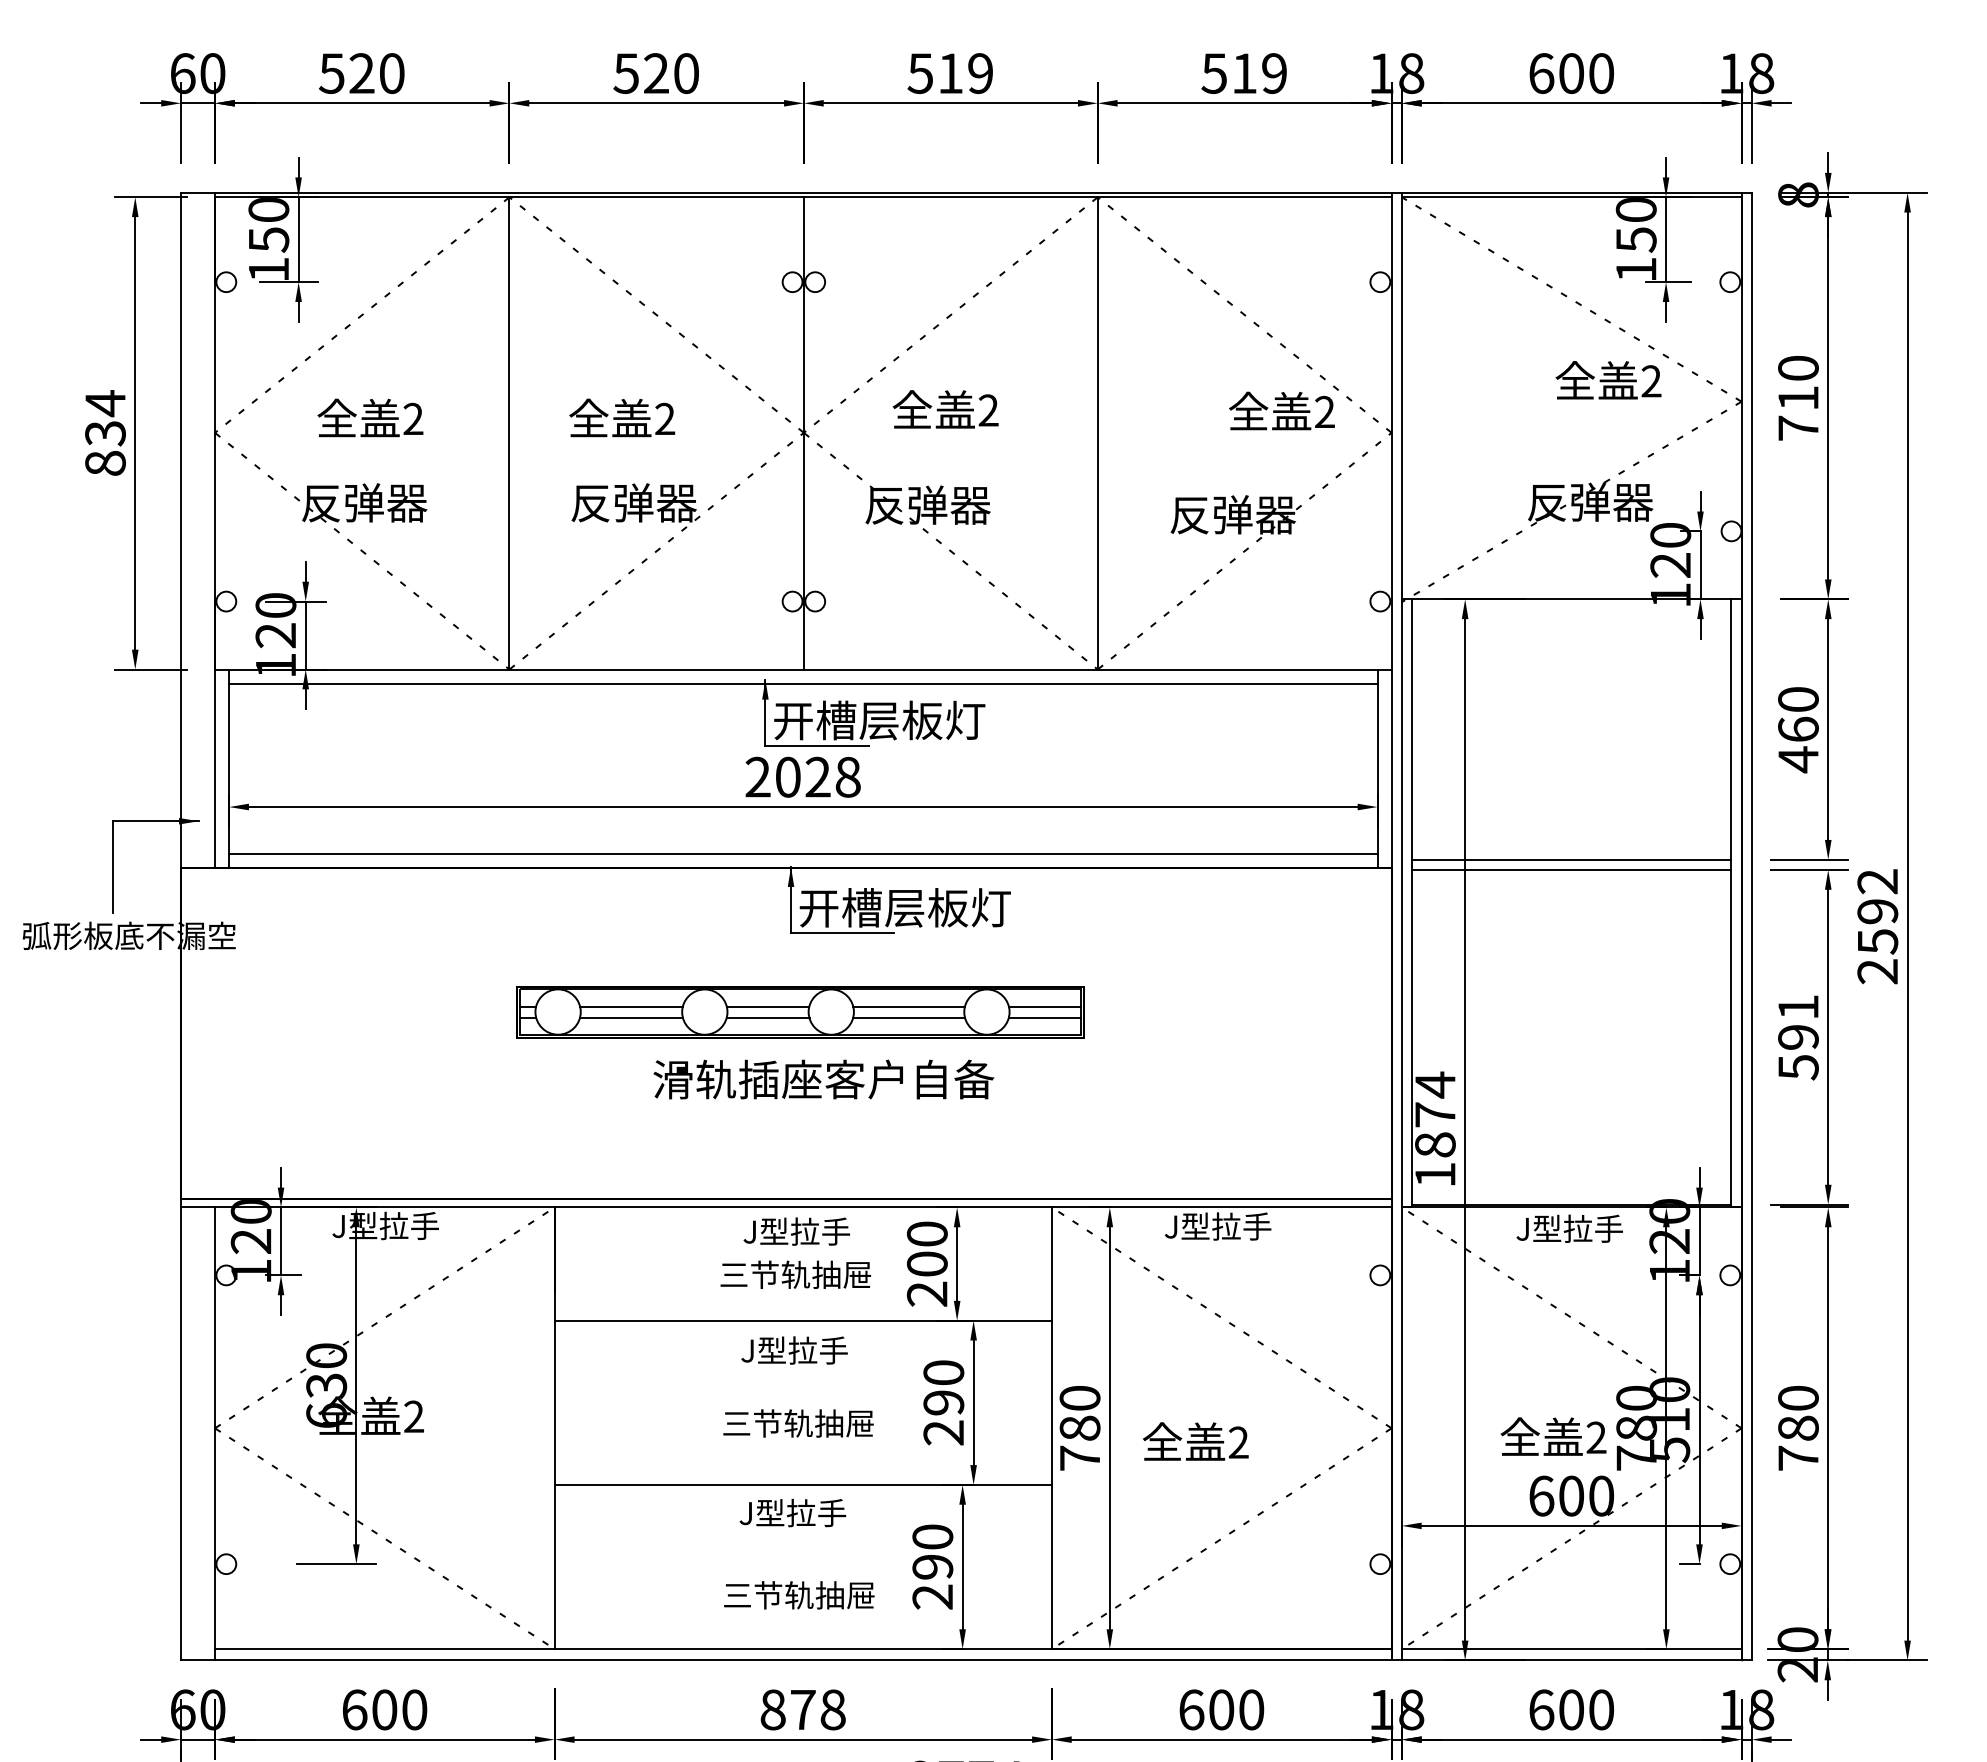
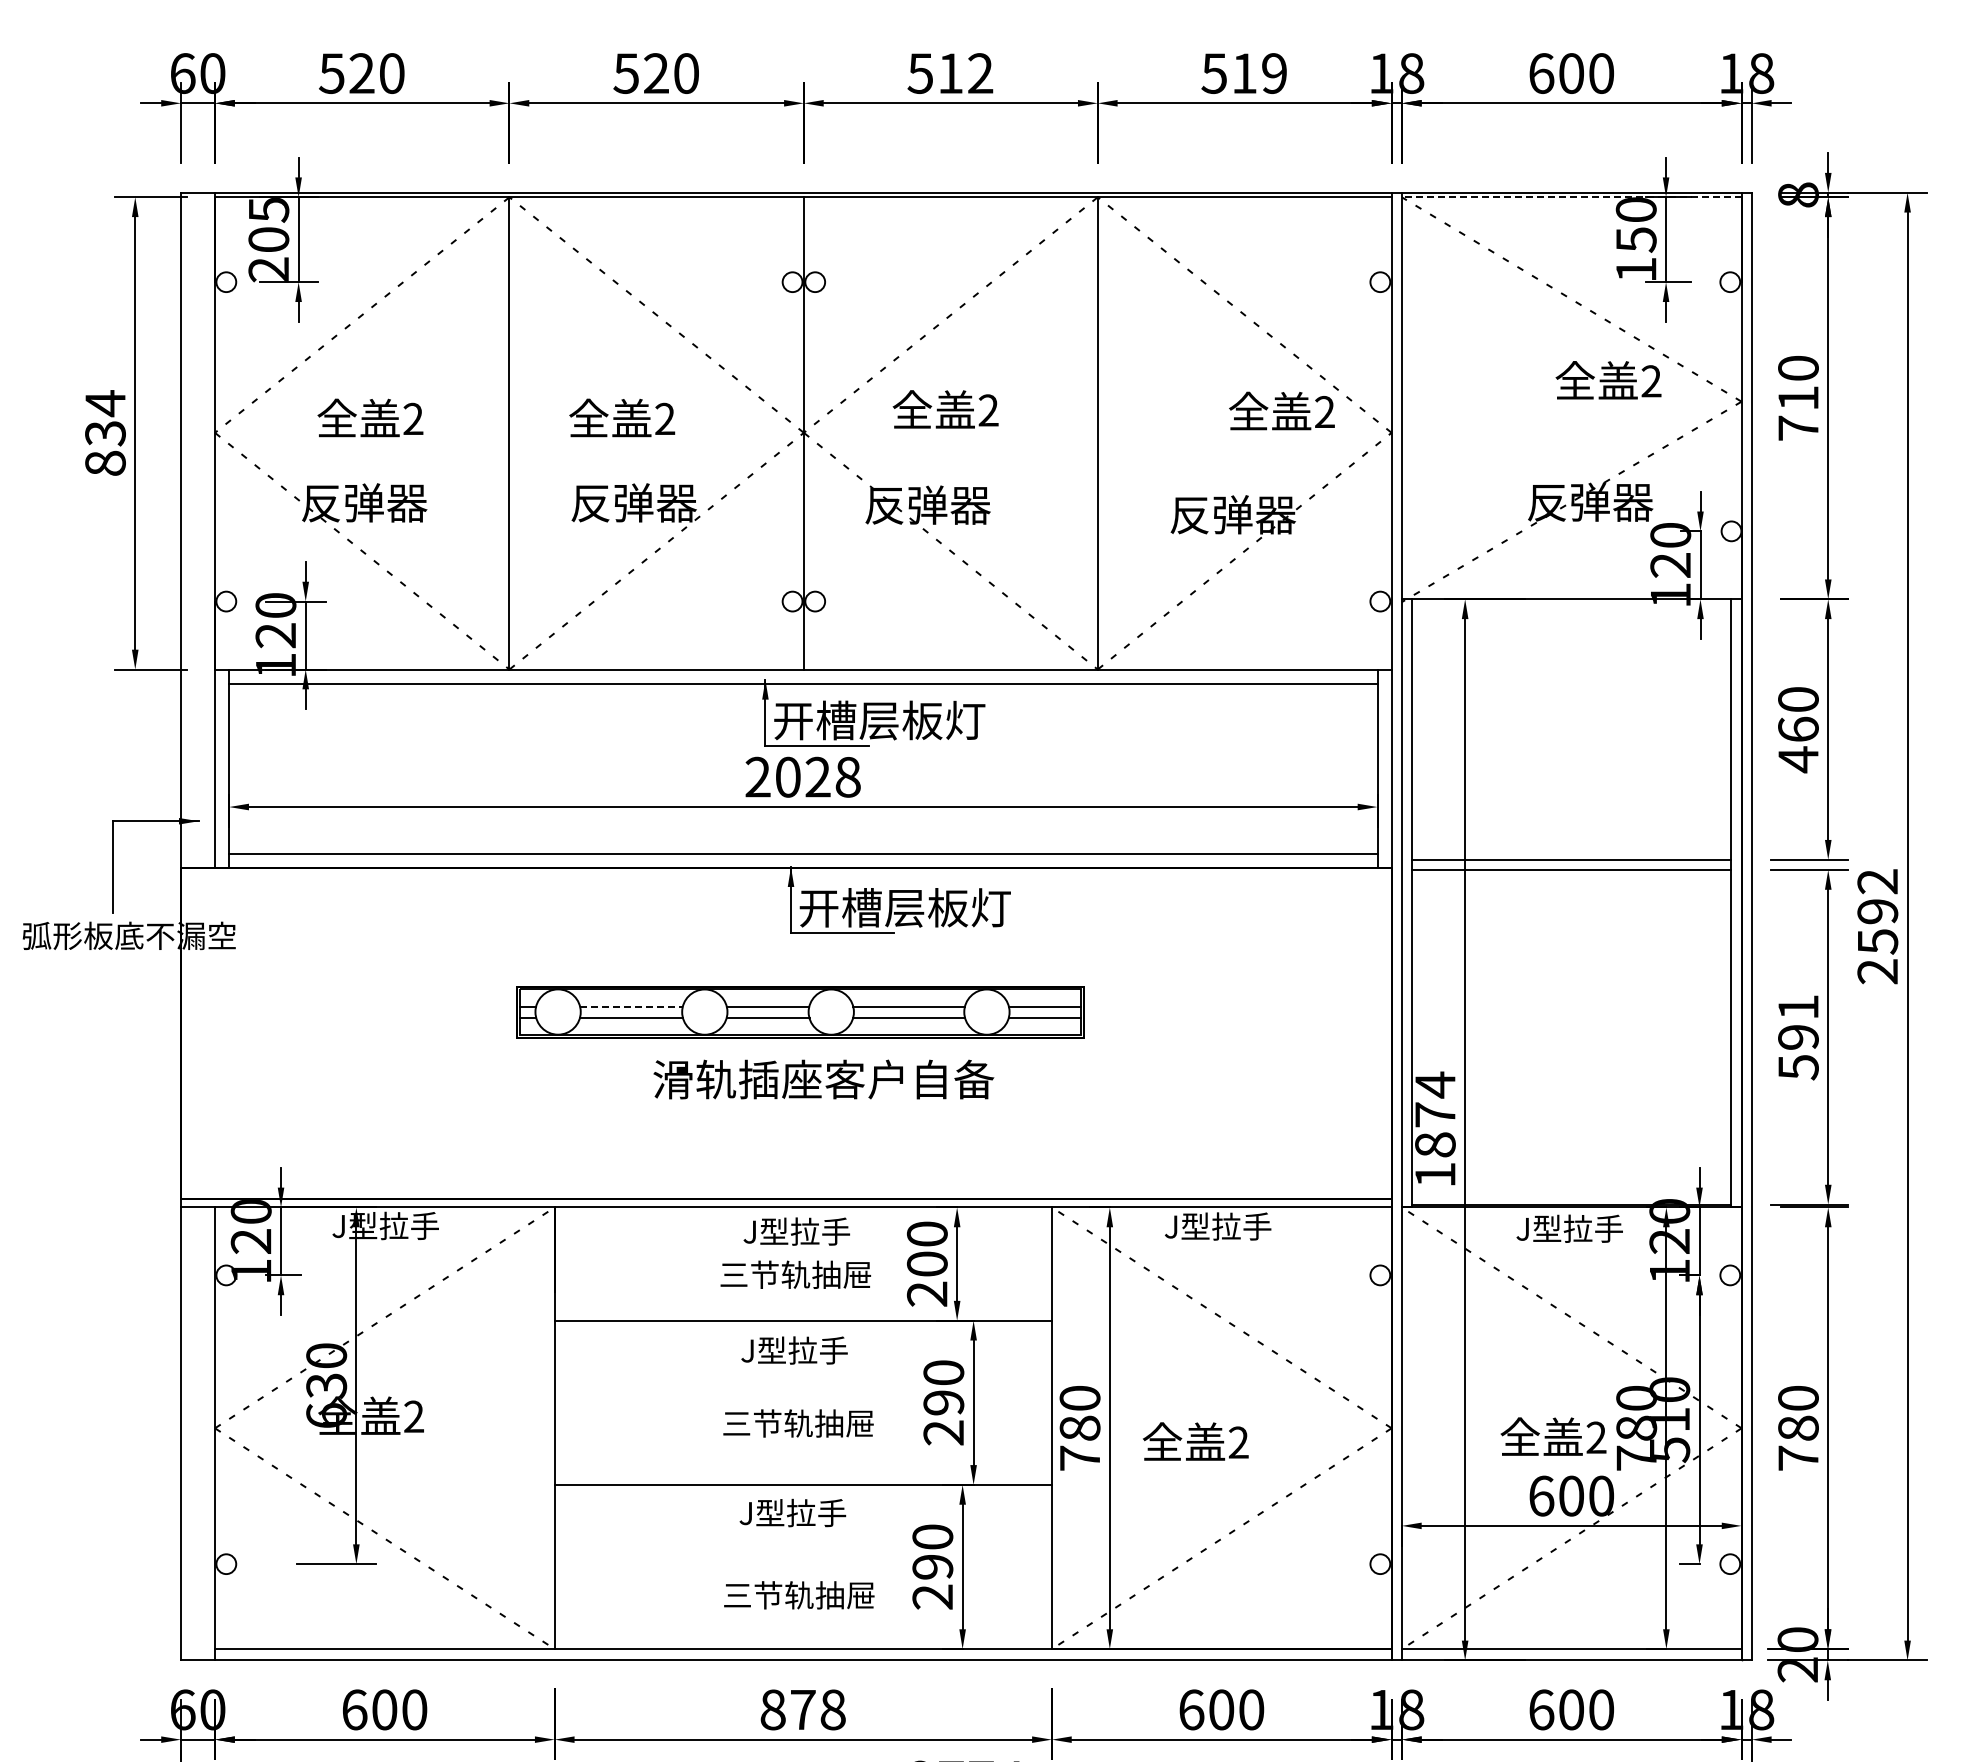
text at (980, 73): 519 -> 512
line at (1571, 197): solid -> dashed
text at (268, 240): 150 -> 205
line at (631, 1006): solid -> dashed
